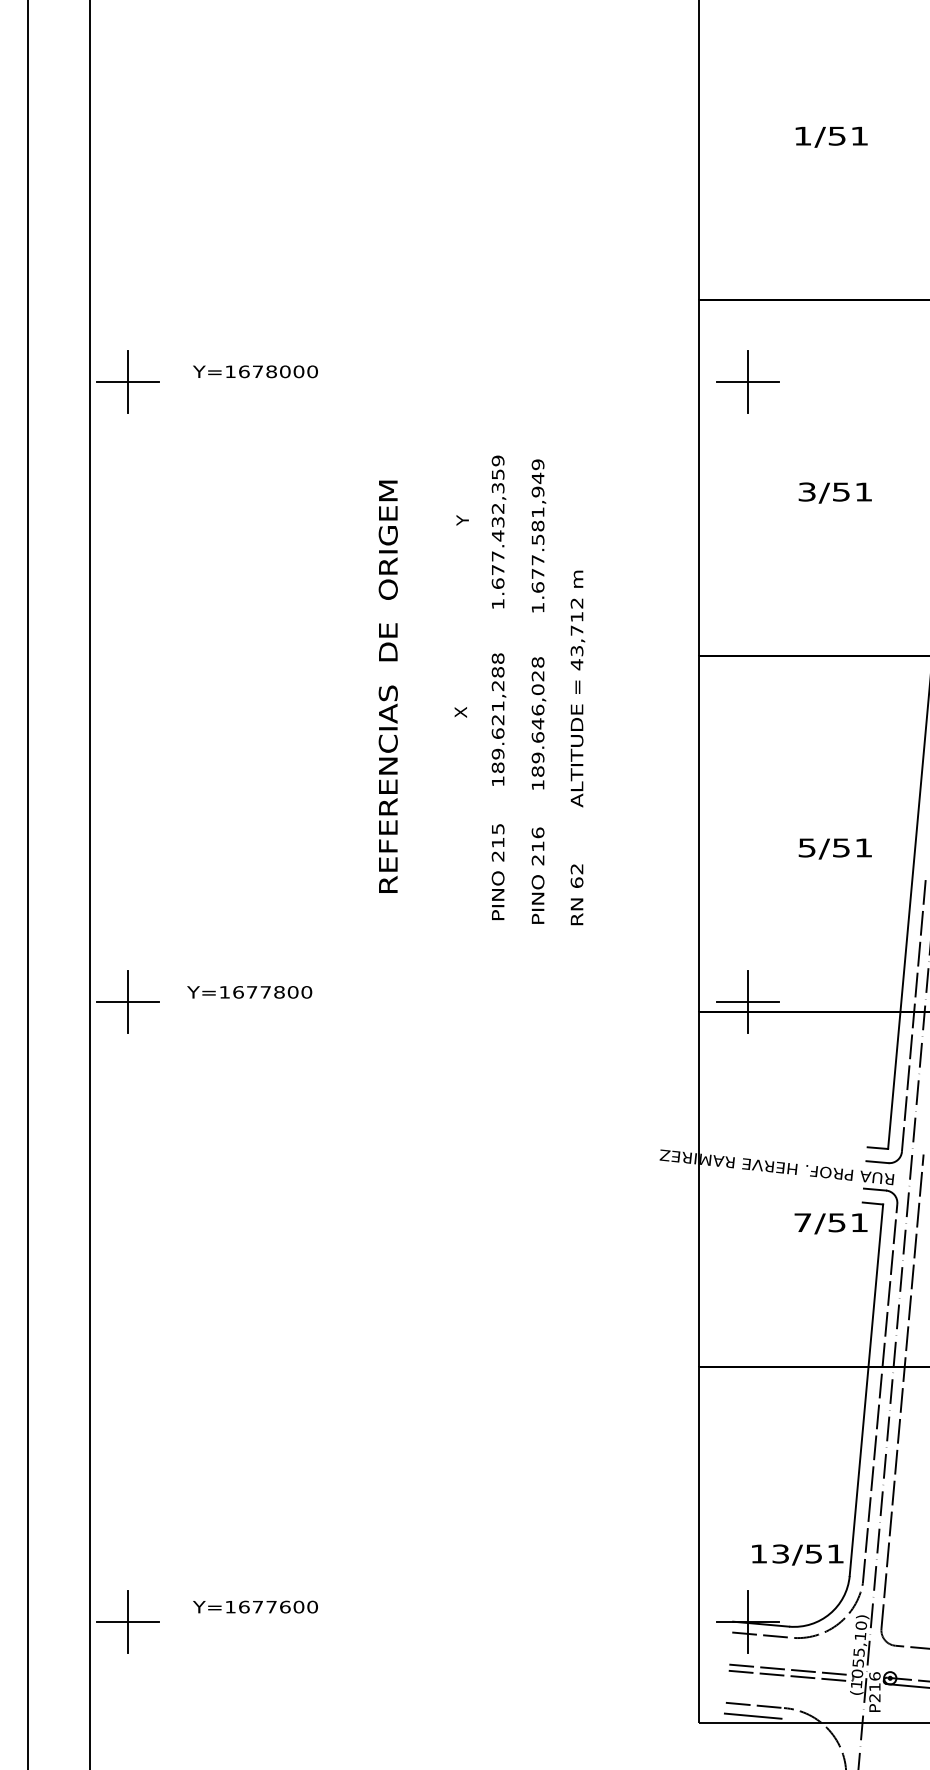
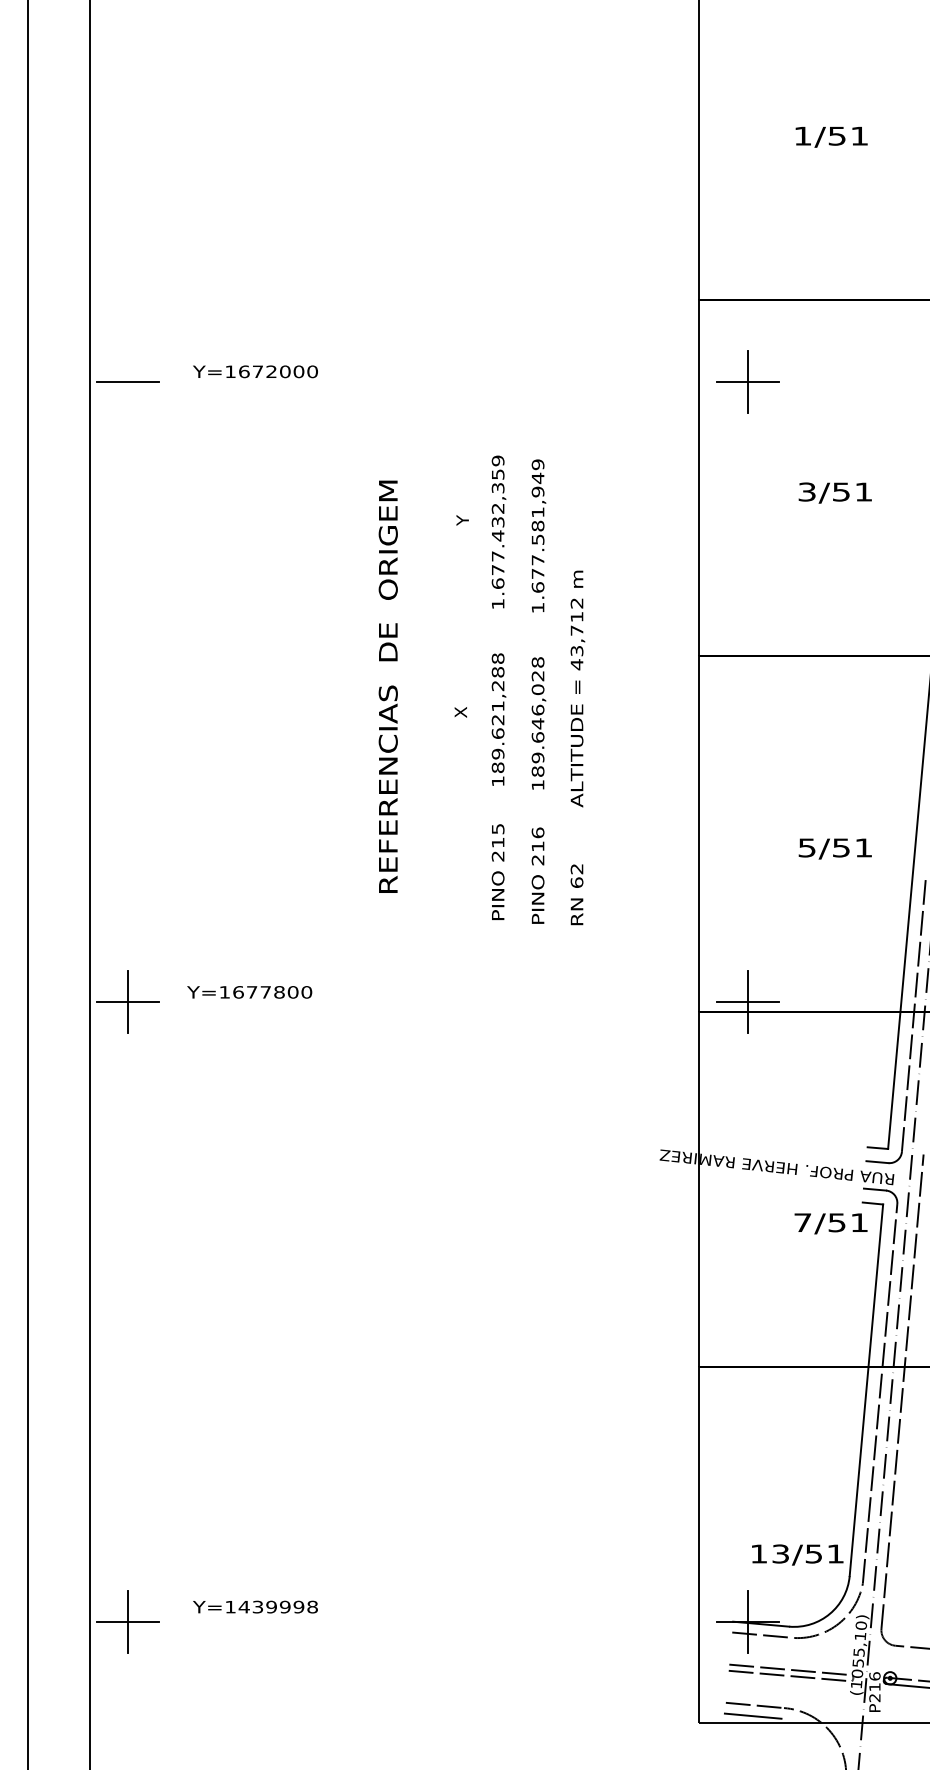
text at (271, 371): Y=1678000 -> Y=1672000
line at (127, 382): present -> none
text at (277, 1606): Y=1677600 -> Y=1439998
